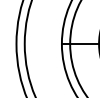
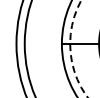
circle at (79, 48): solid -> dashed
